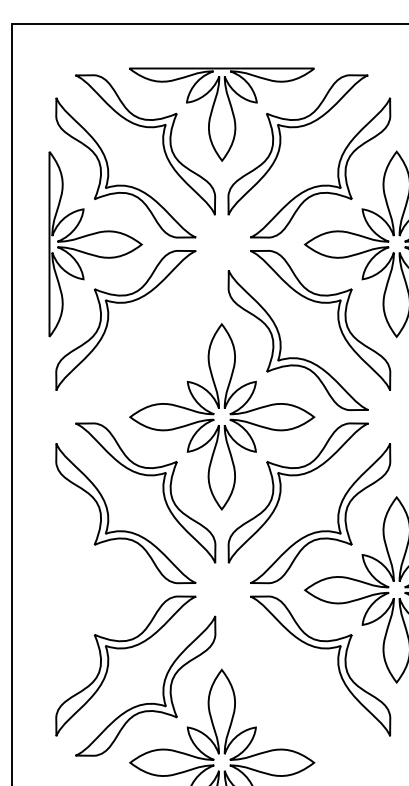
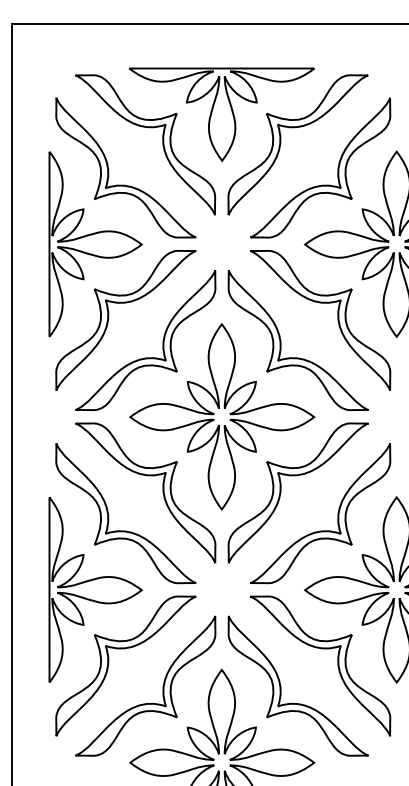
part at (162, 340): none -> present
part at (95, 589): none -> present
part at (281, 685): none -> present
